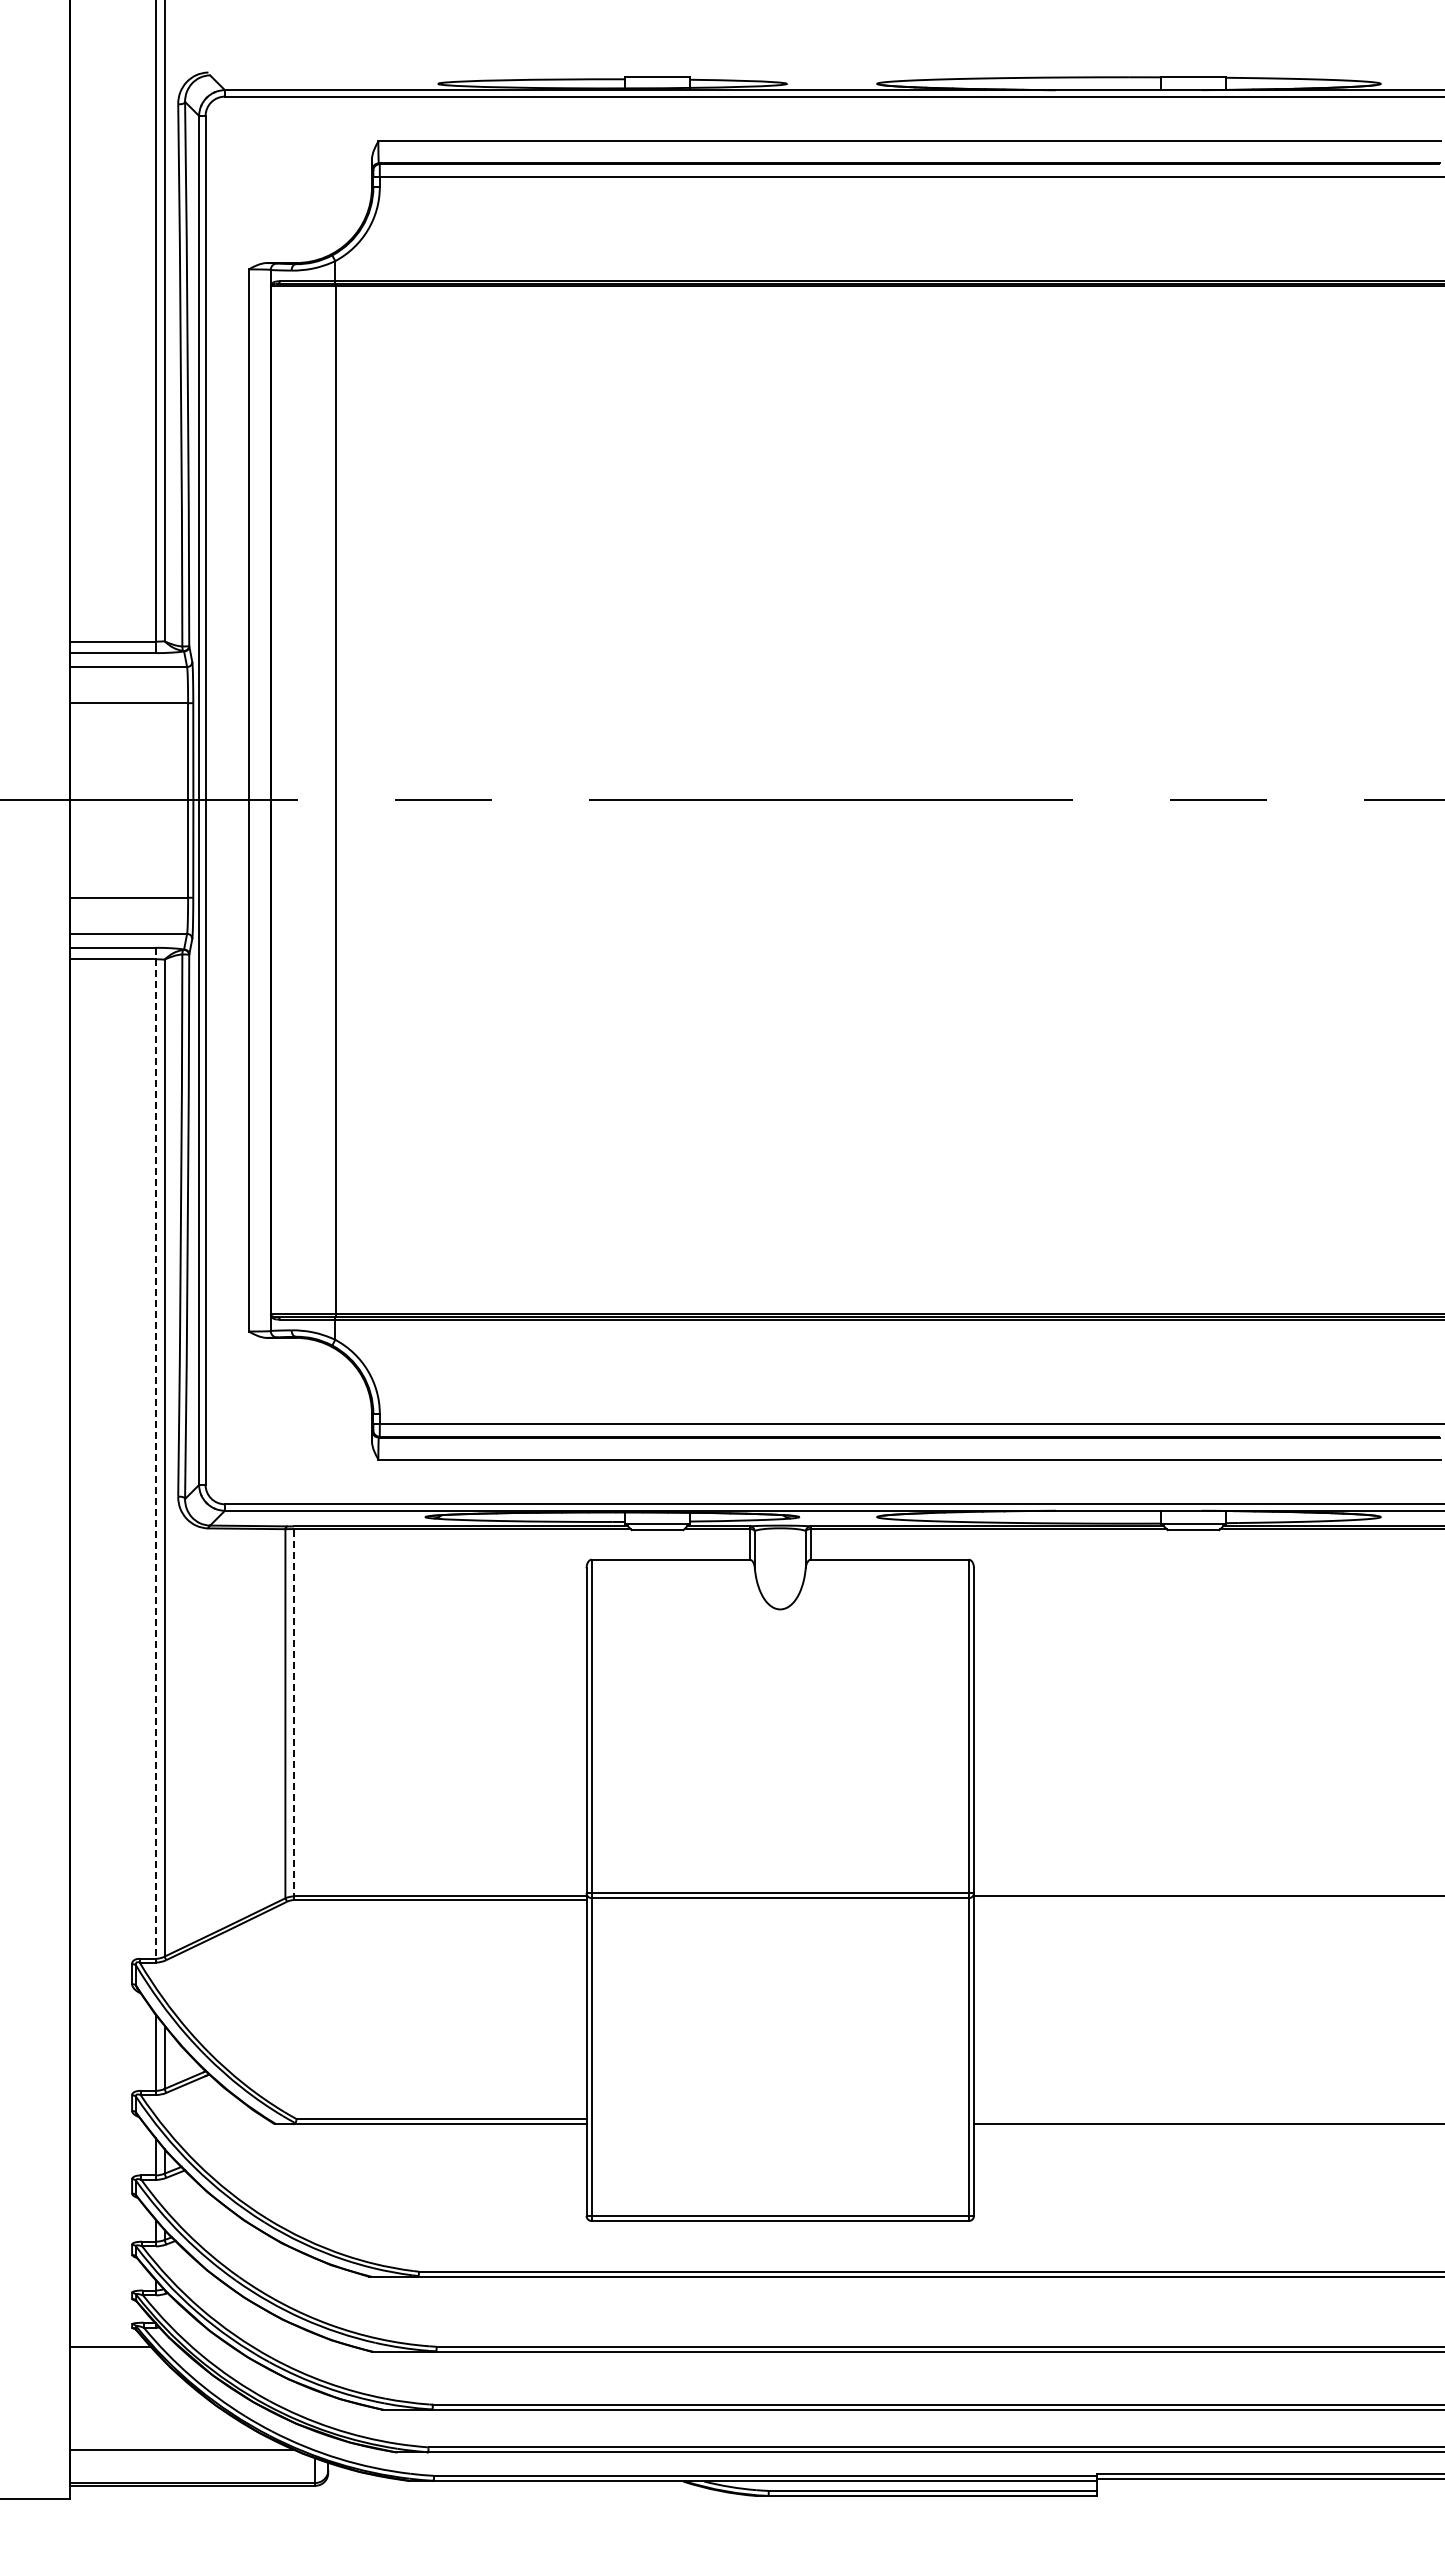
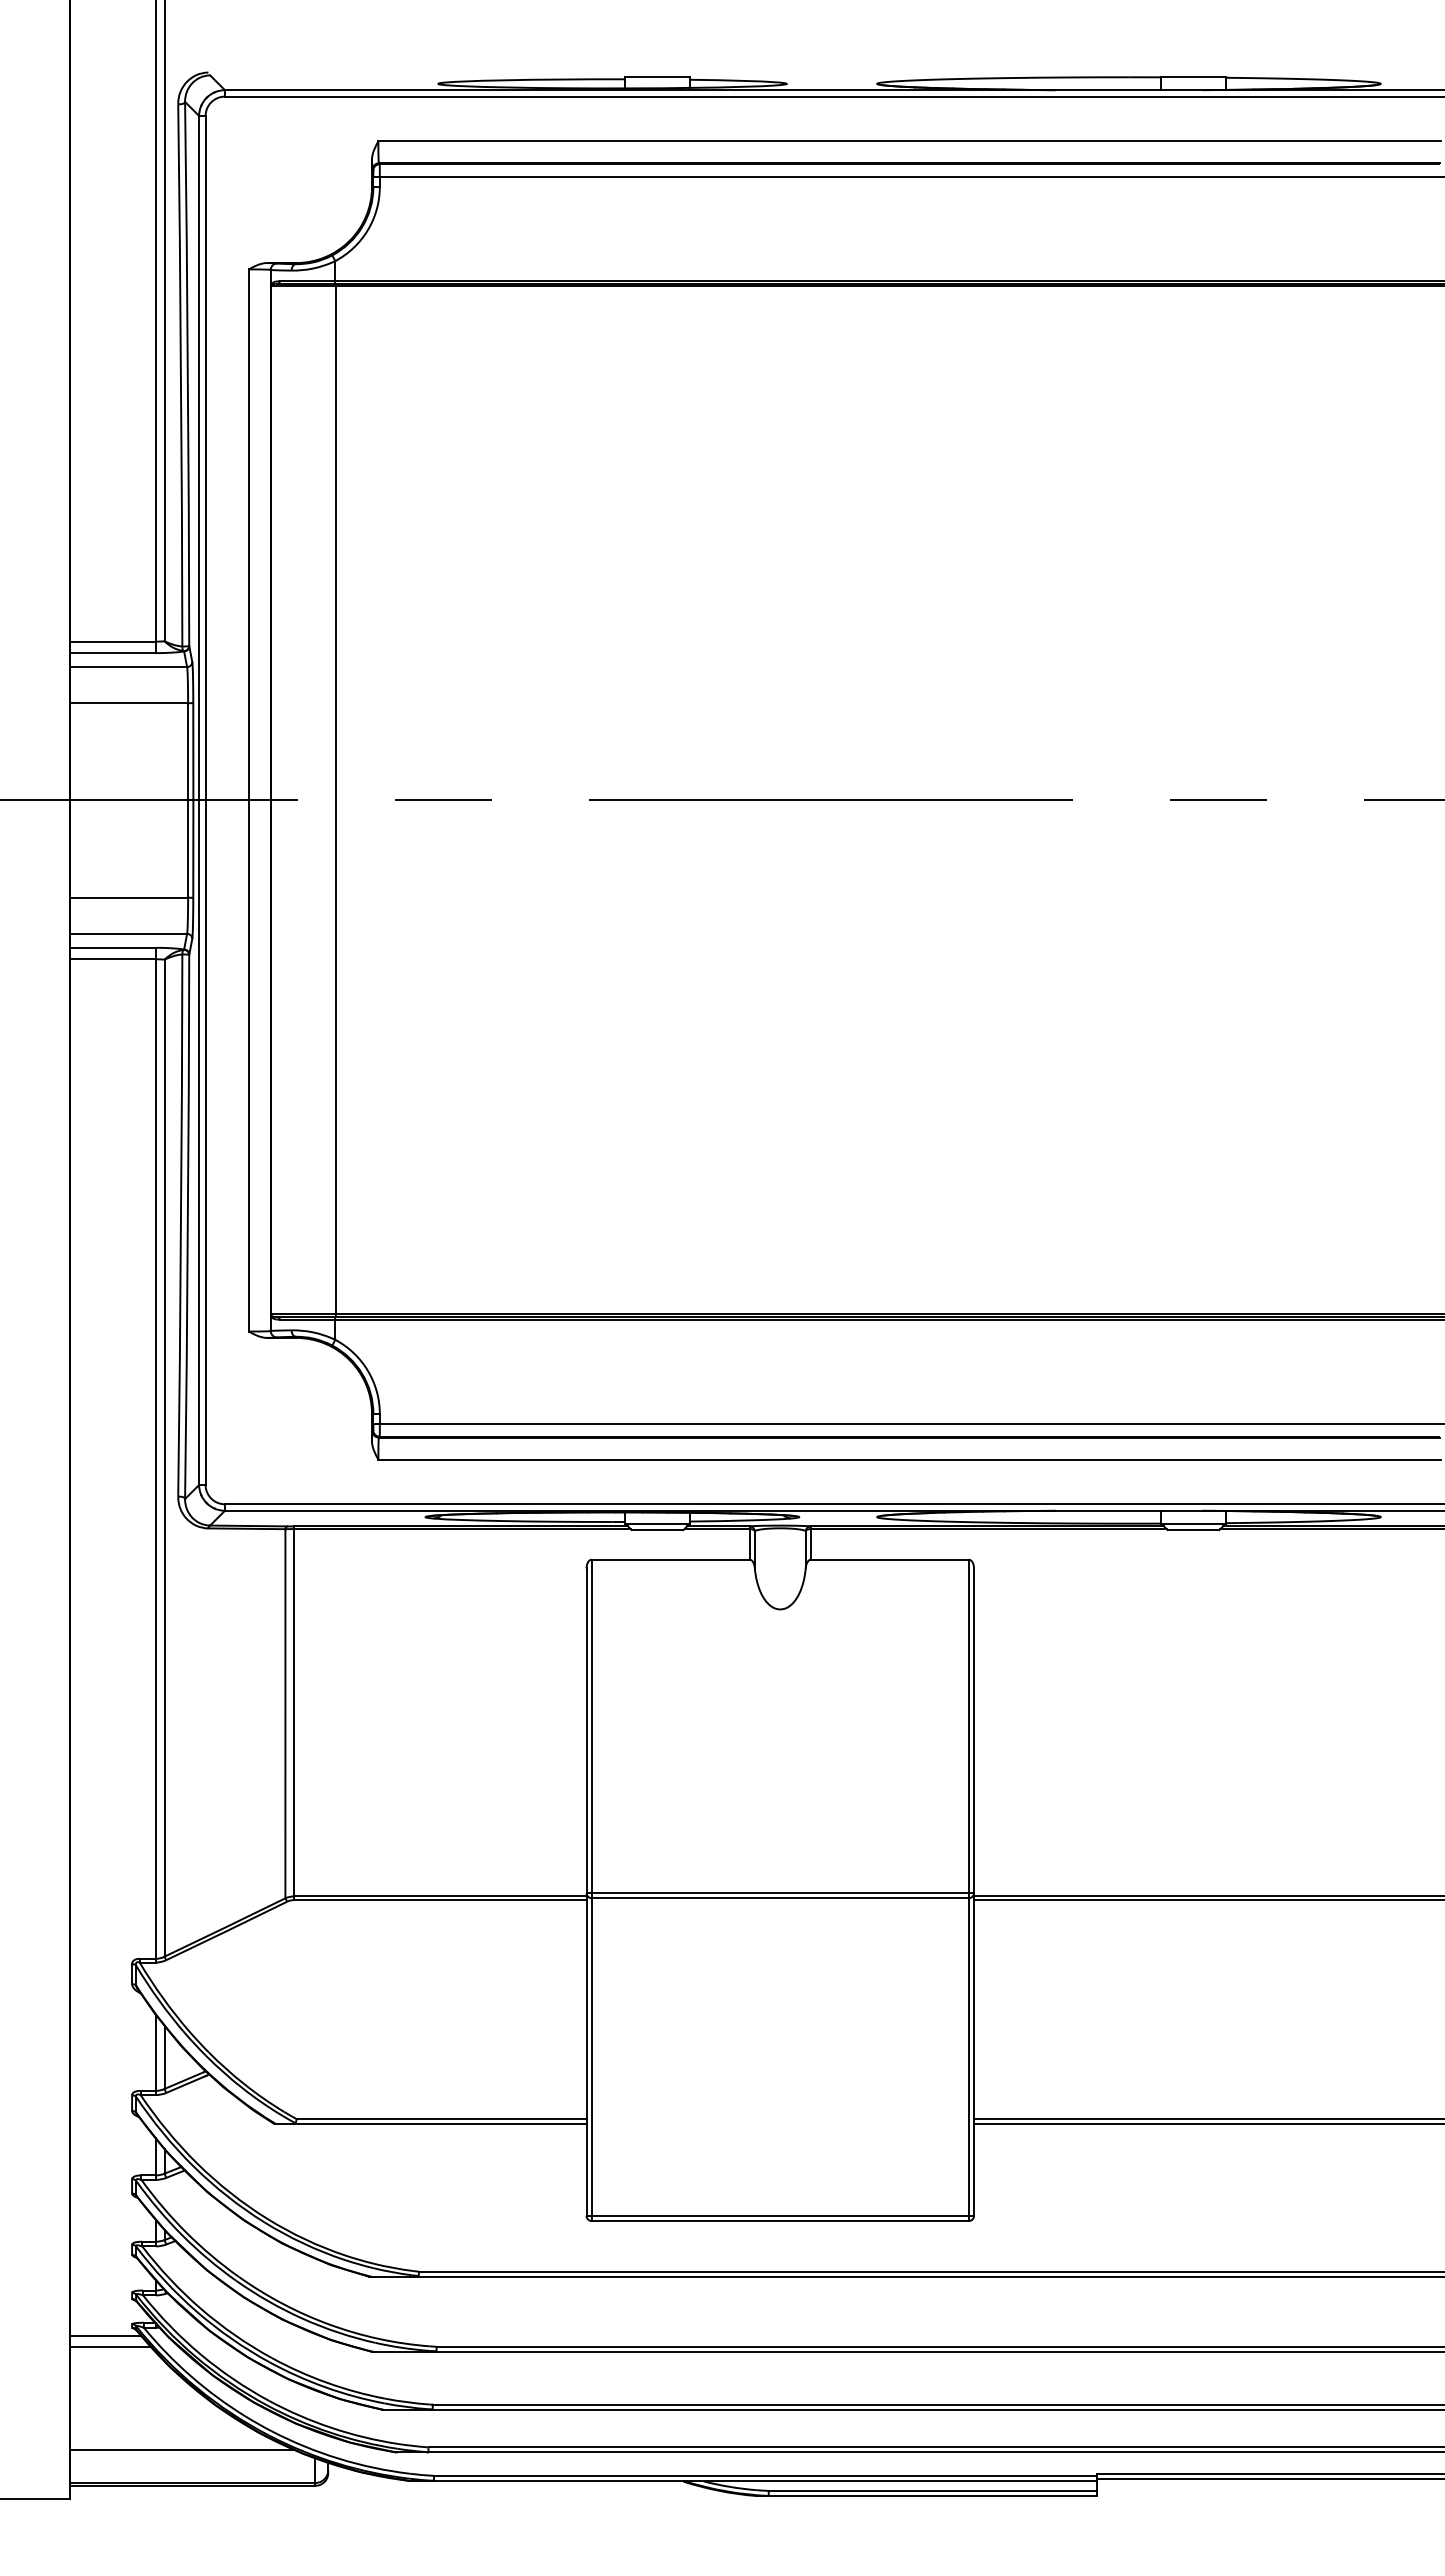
line at (156, 1455): dashed -> solid
line at (293, 1713): dashed -> solid
line at (1207, 1900): none -> present
line at (1207, 2119): none -> present
line at (105, 2335): none -> present
